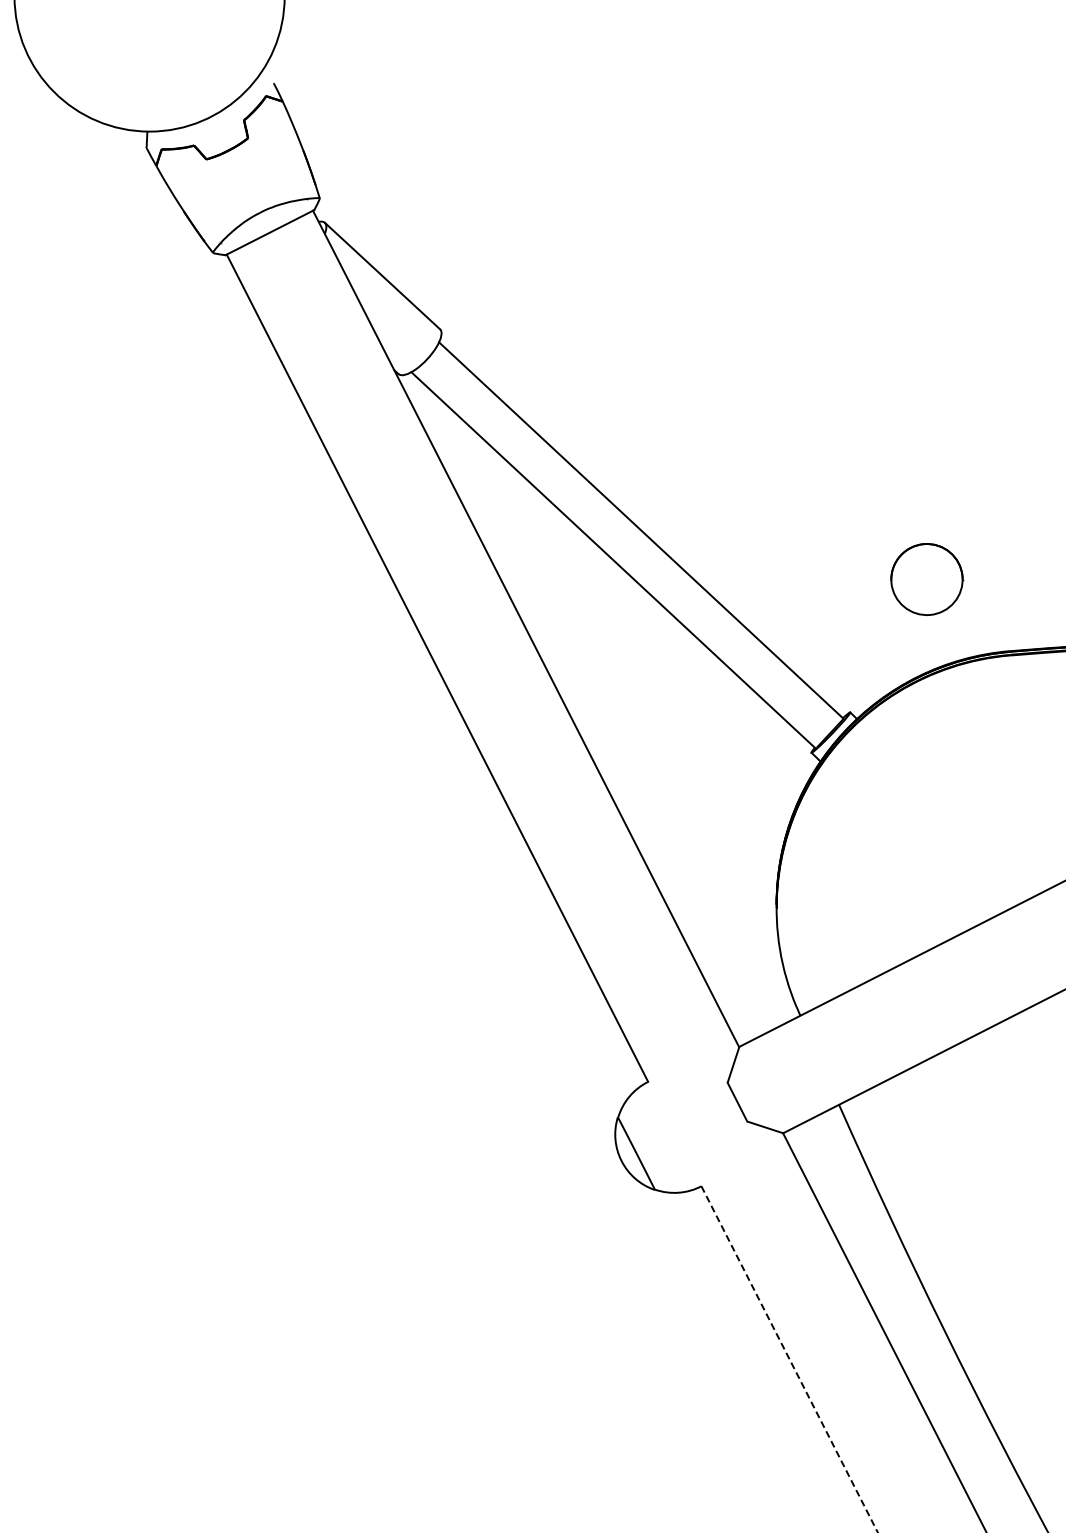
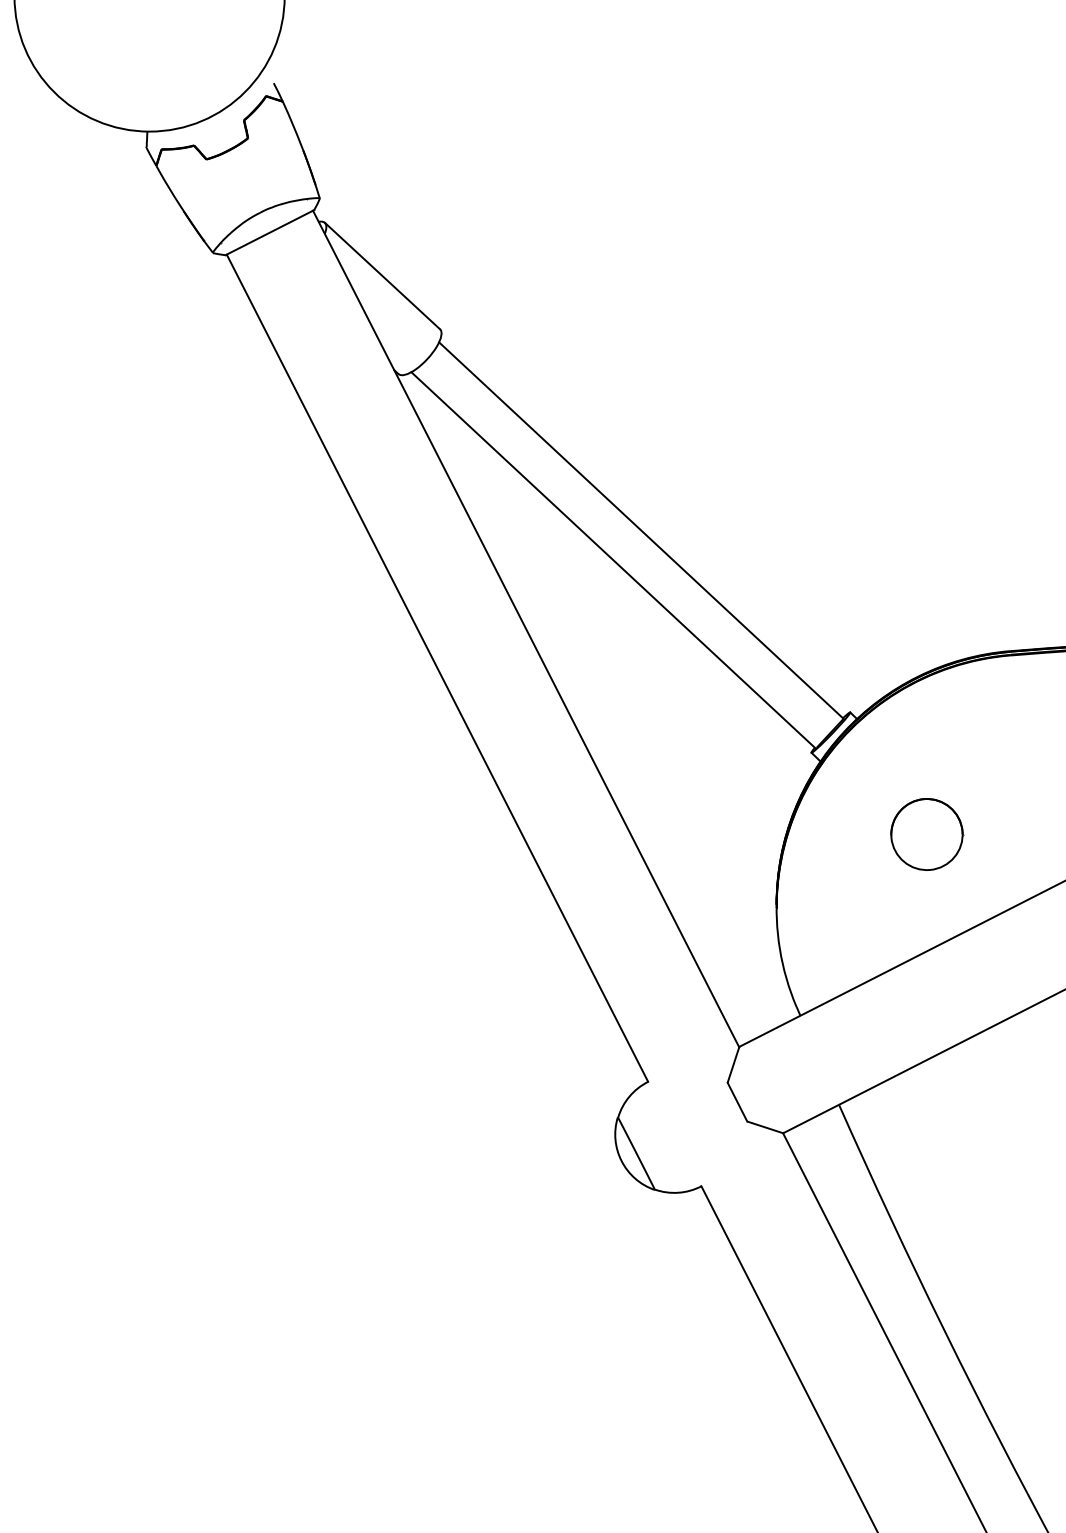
part at (927, 579) position: (927, 579) -> (927, 834)
line at (789, 1359): dashed -> solid
